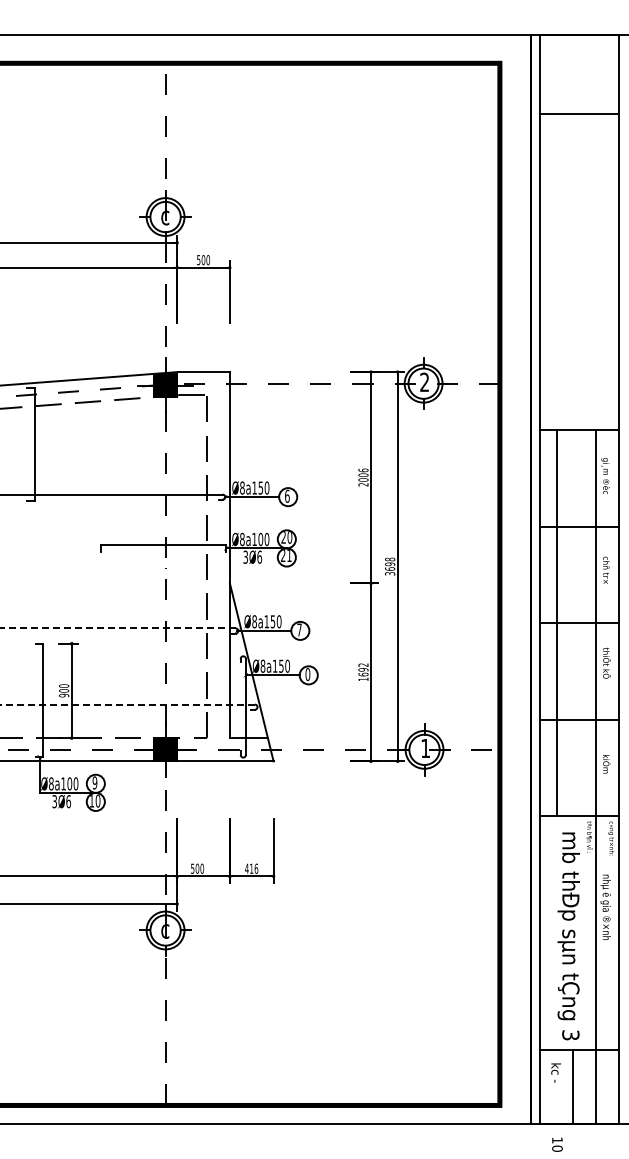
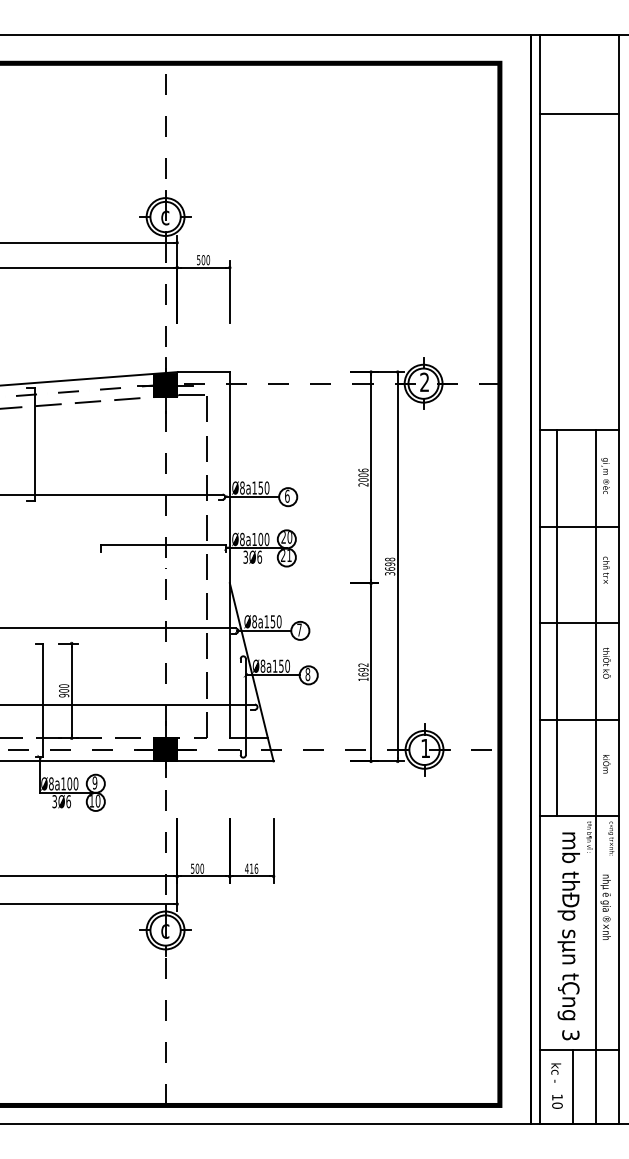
line at (117, 628): dashed -> solid
text at (307, 674): 0 -> 8
line at (127, 704): dashed -> solid
text at (557, 1144) position: (557, 1144) -> (557, 1101)
